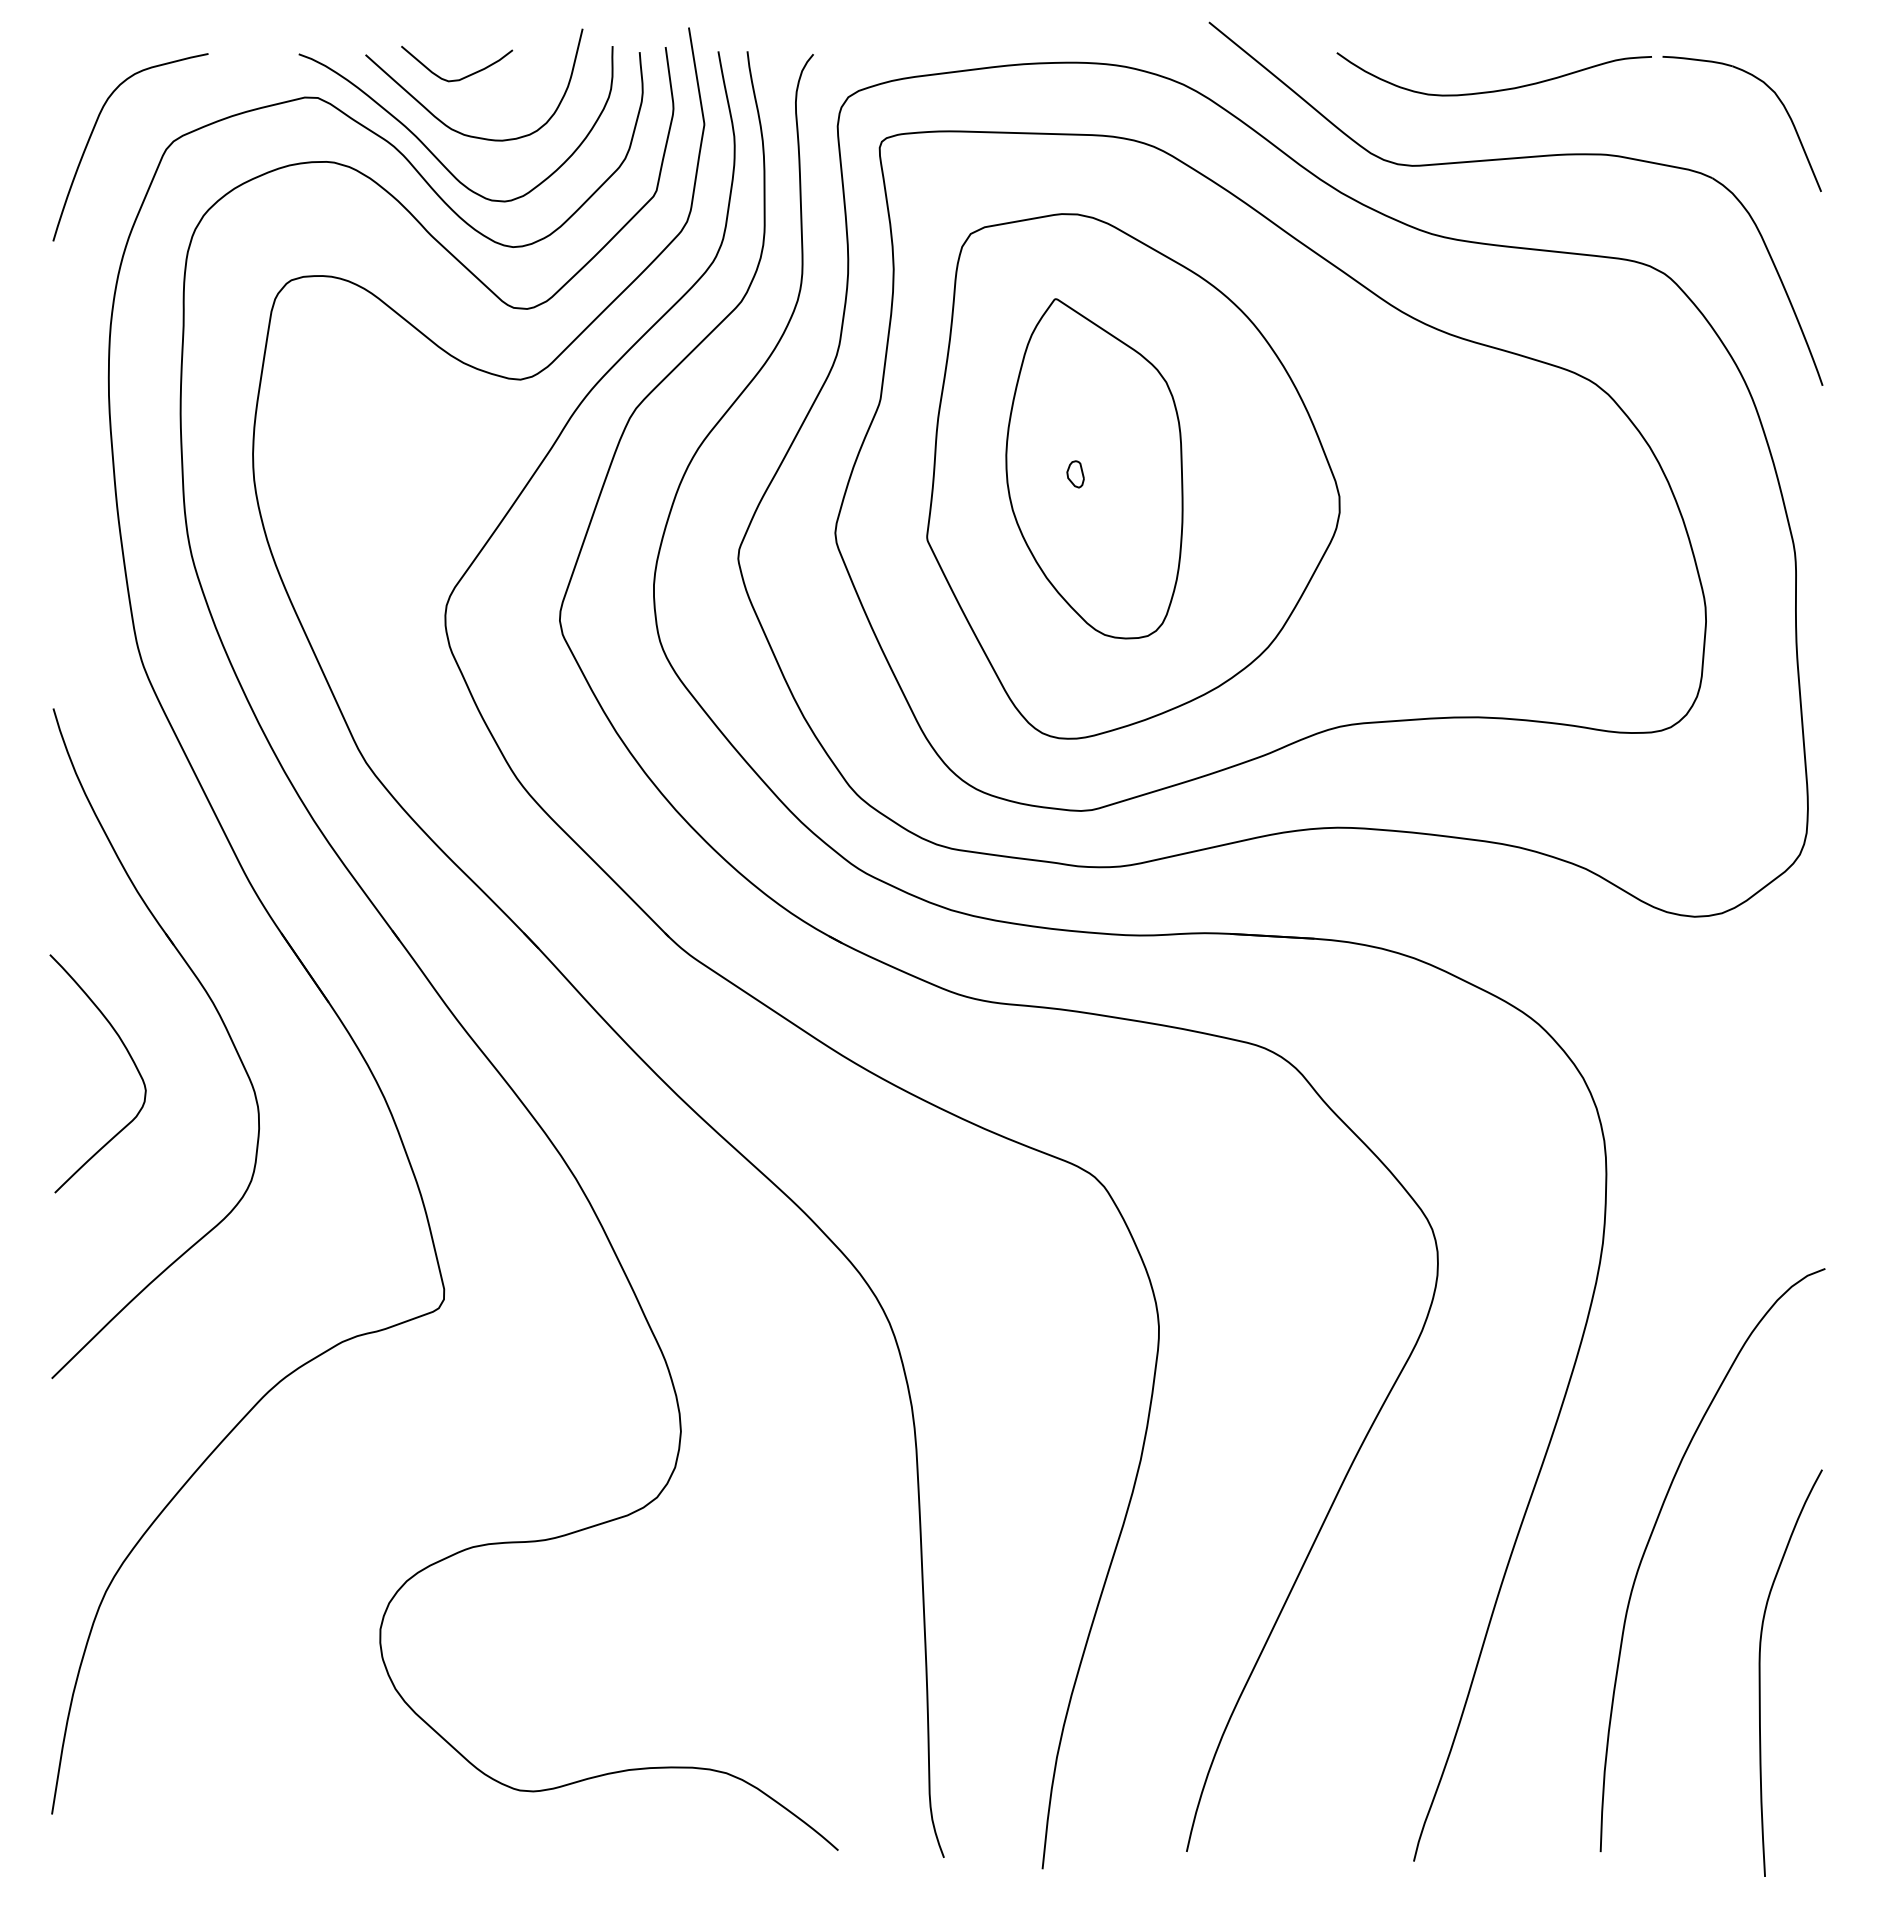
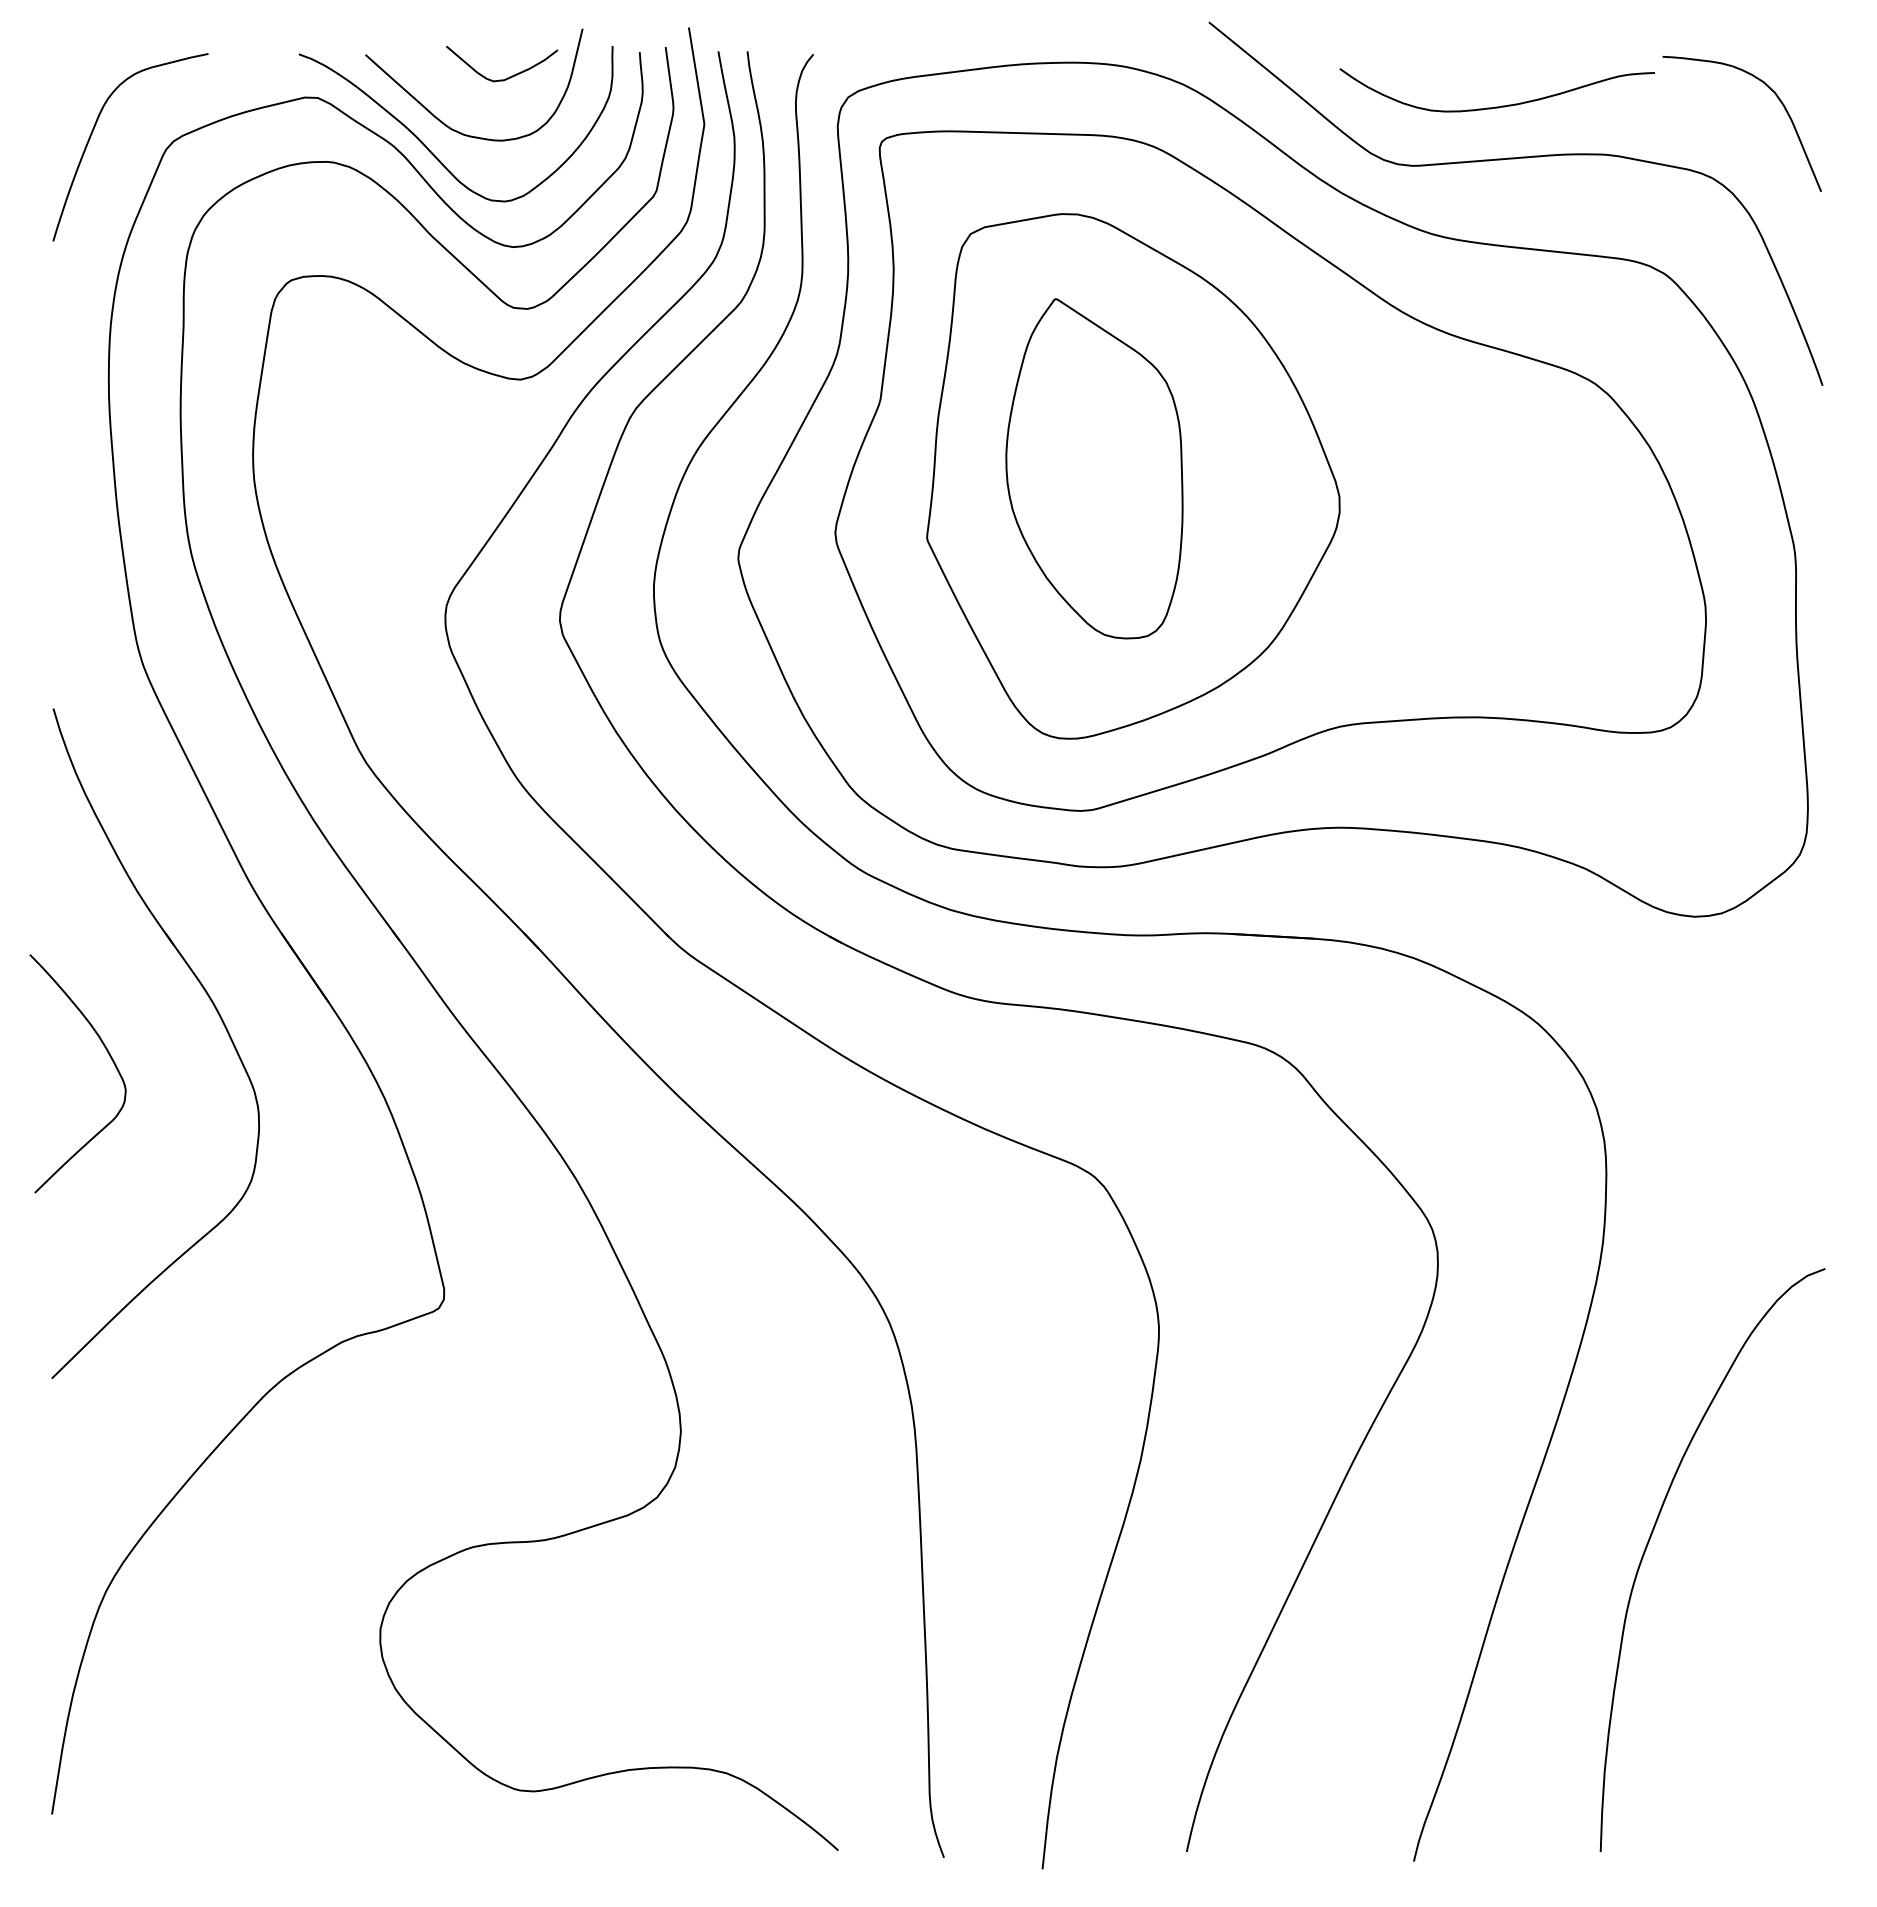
curve at (464, 76) position: (464, 76) -> (509, 76)
curve at (1498, 89) position: (1498, 89) -> (1501, 105)
part at (1075, 474): present -> none
curve at (129, 1056) position: (129, 1056) -> (109, 1056)
curve at (1760, 1672): present -> none
